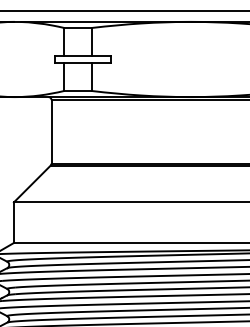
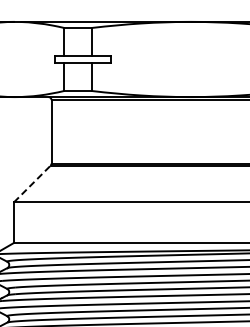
line at (124, 11): present -> none
line at (32, 184): solid -> dashed
